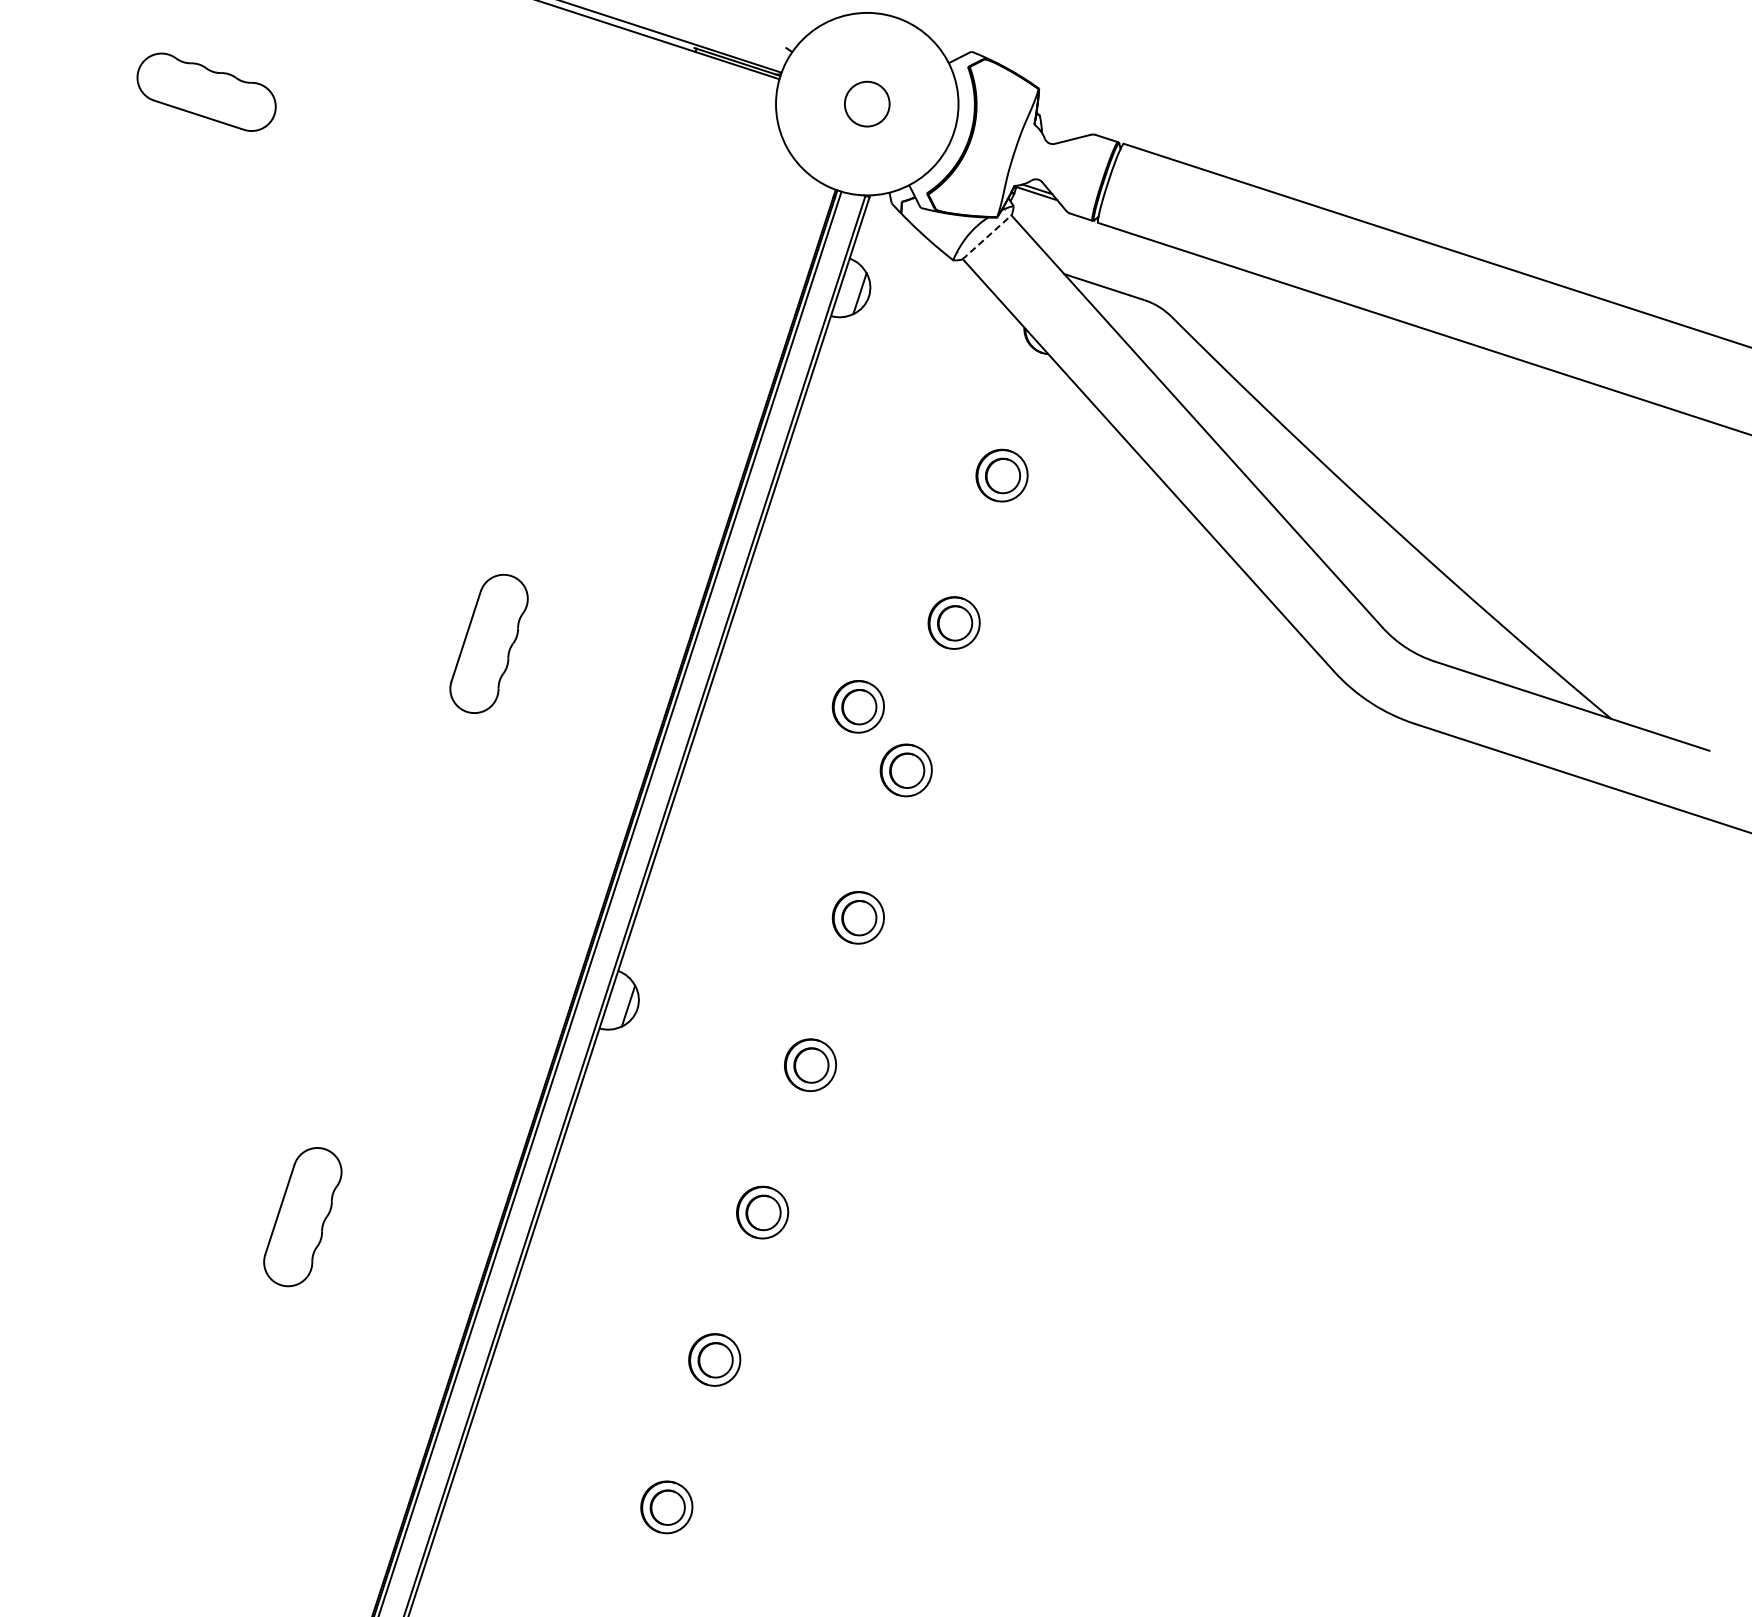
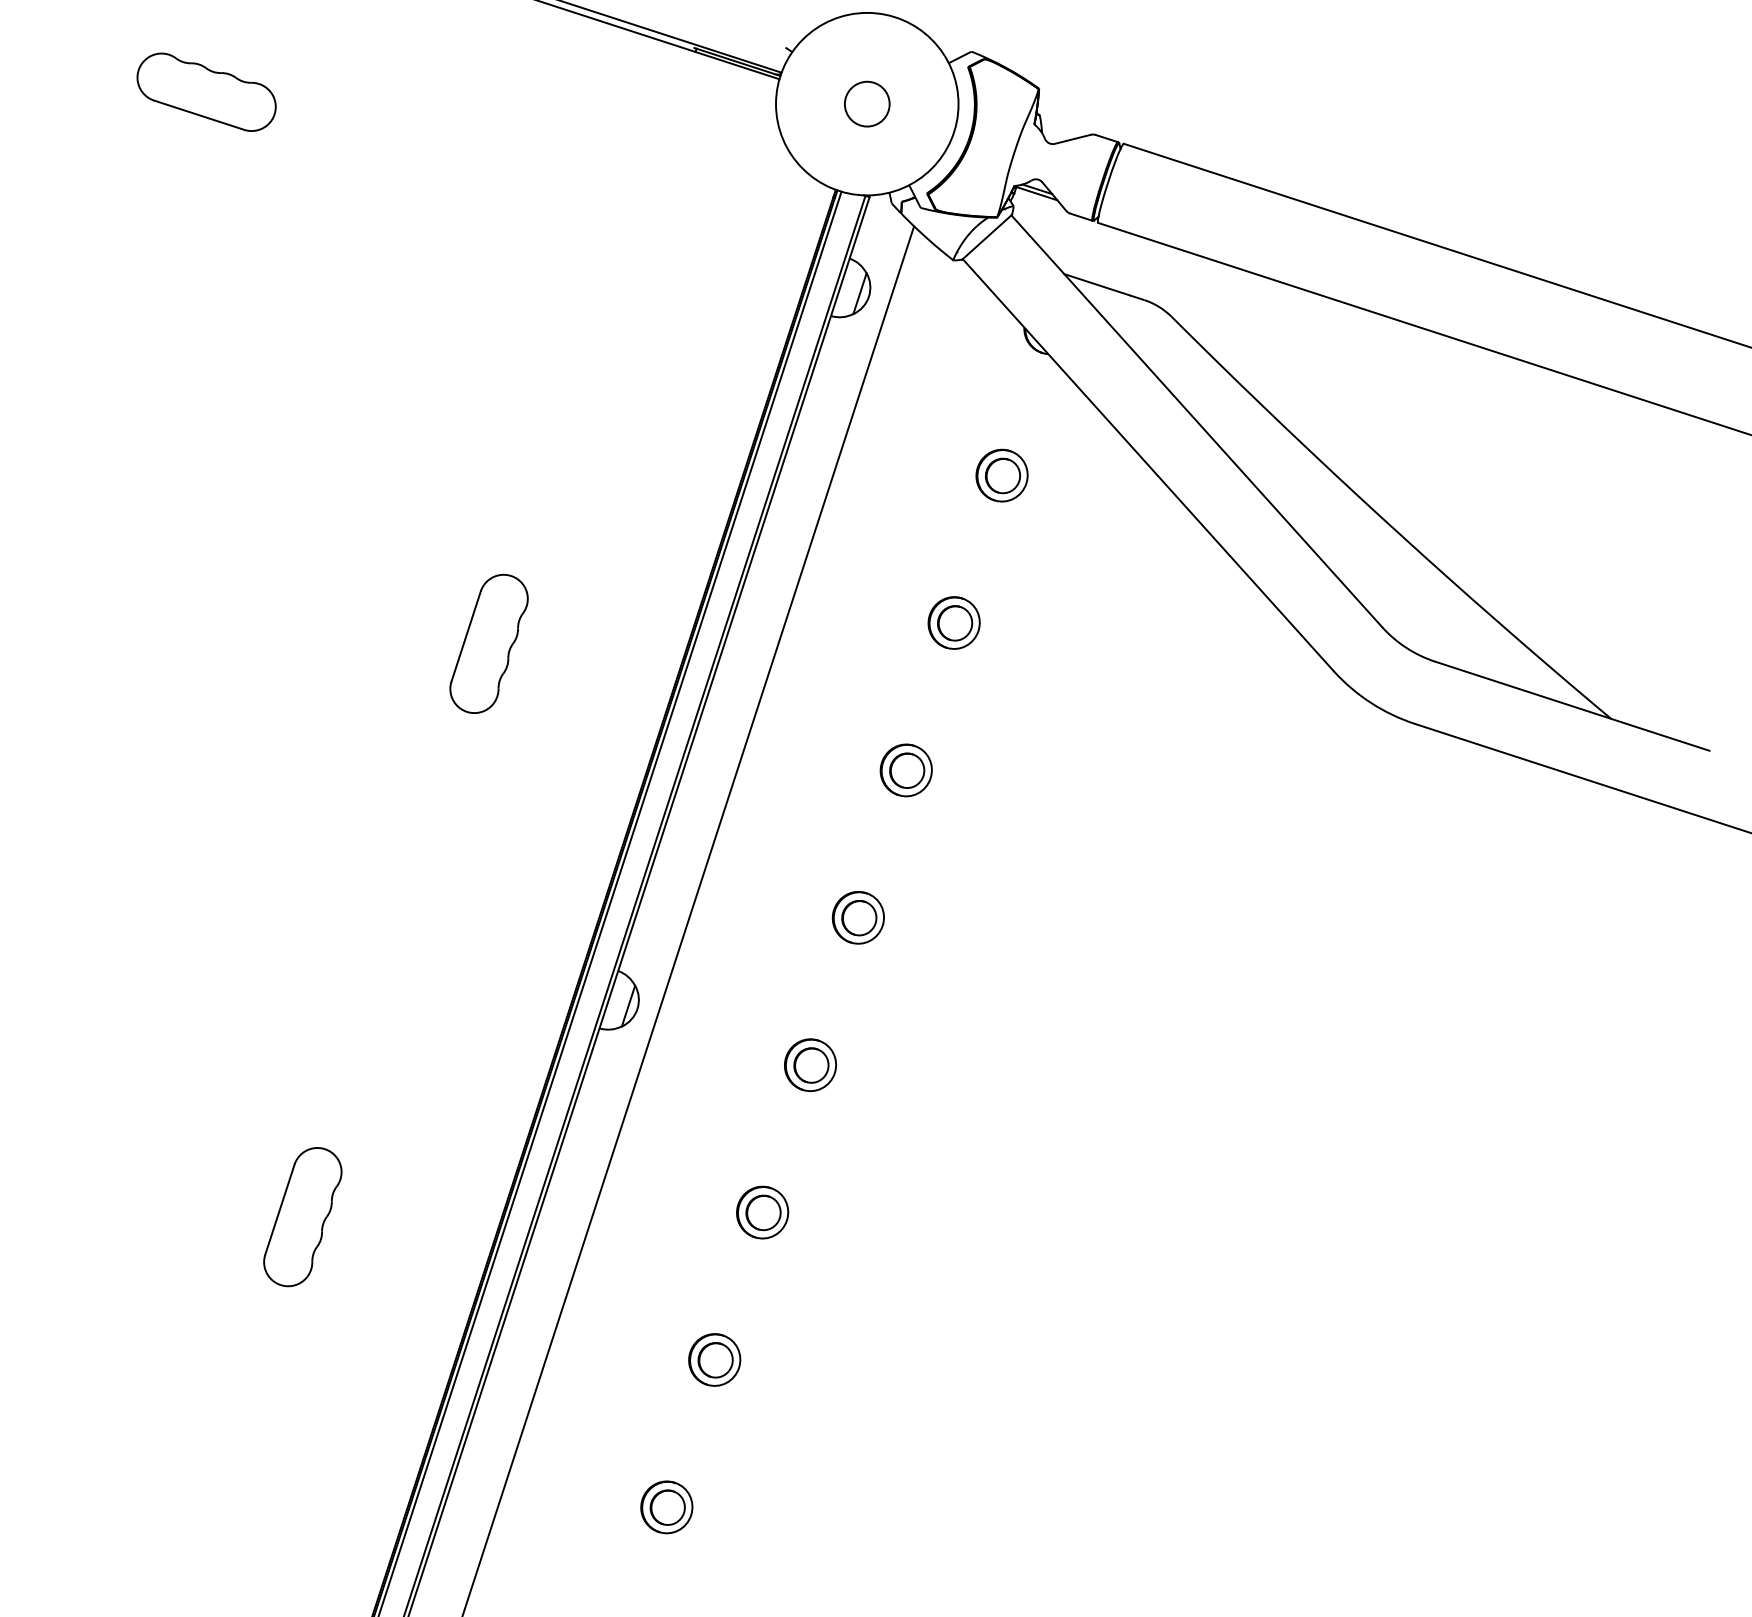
line at (987, 237): dashed -> solid
part at (857, 706): present -> none
line at (688, 919): none -> present
